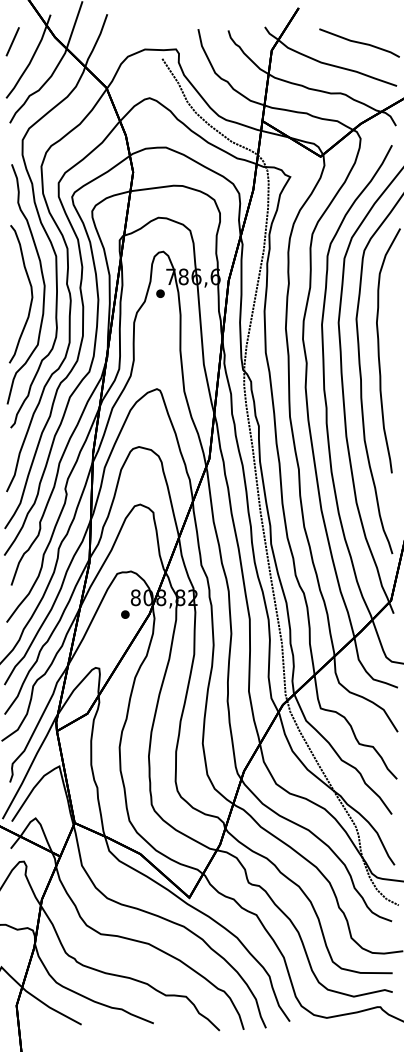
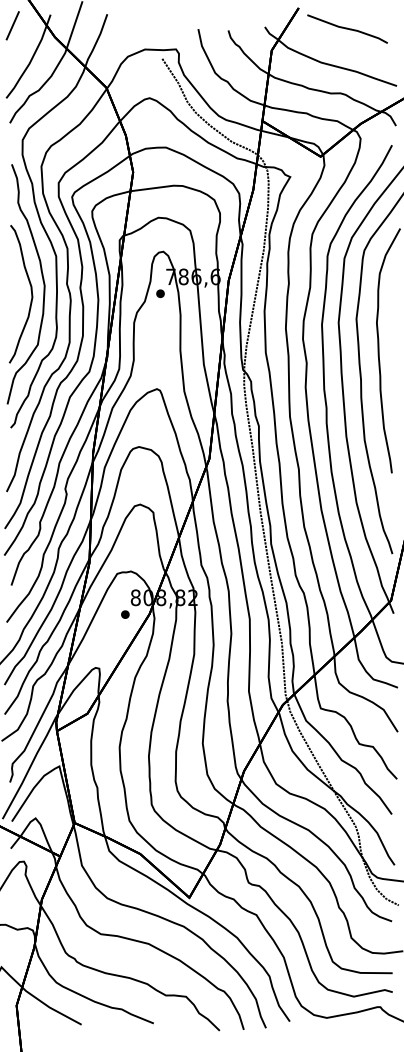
line at (12, 41) position: (12, 41) -> (12, 25)
line at (359, 42) position: (359, 42) -> (347, 28)
